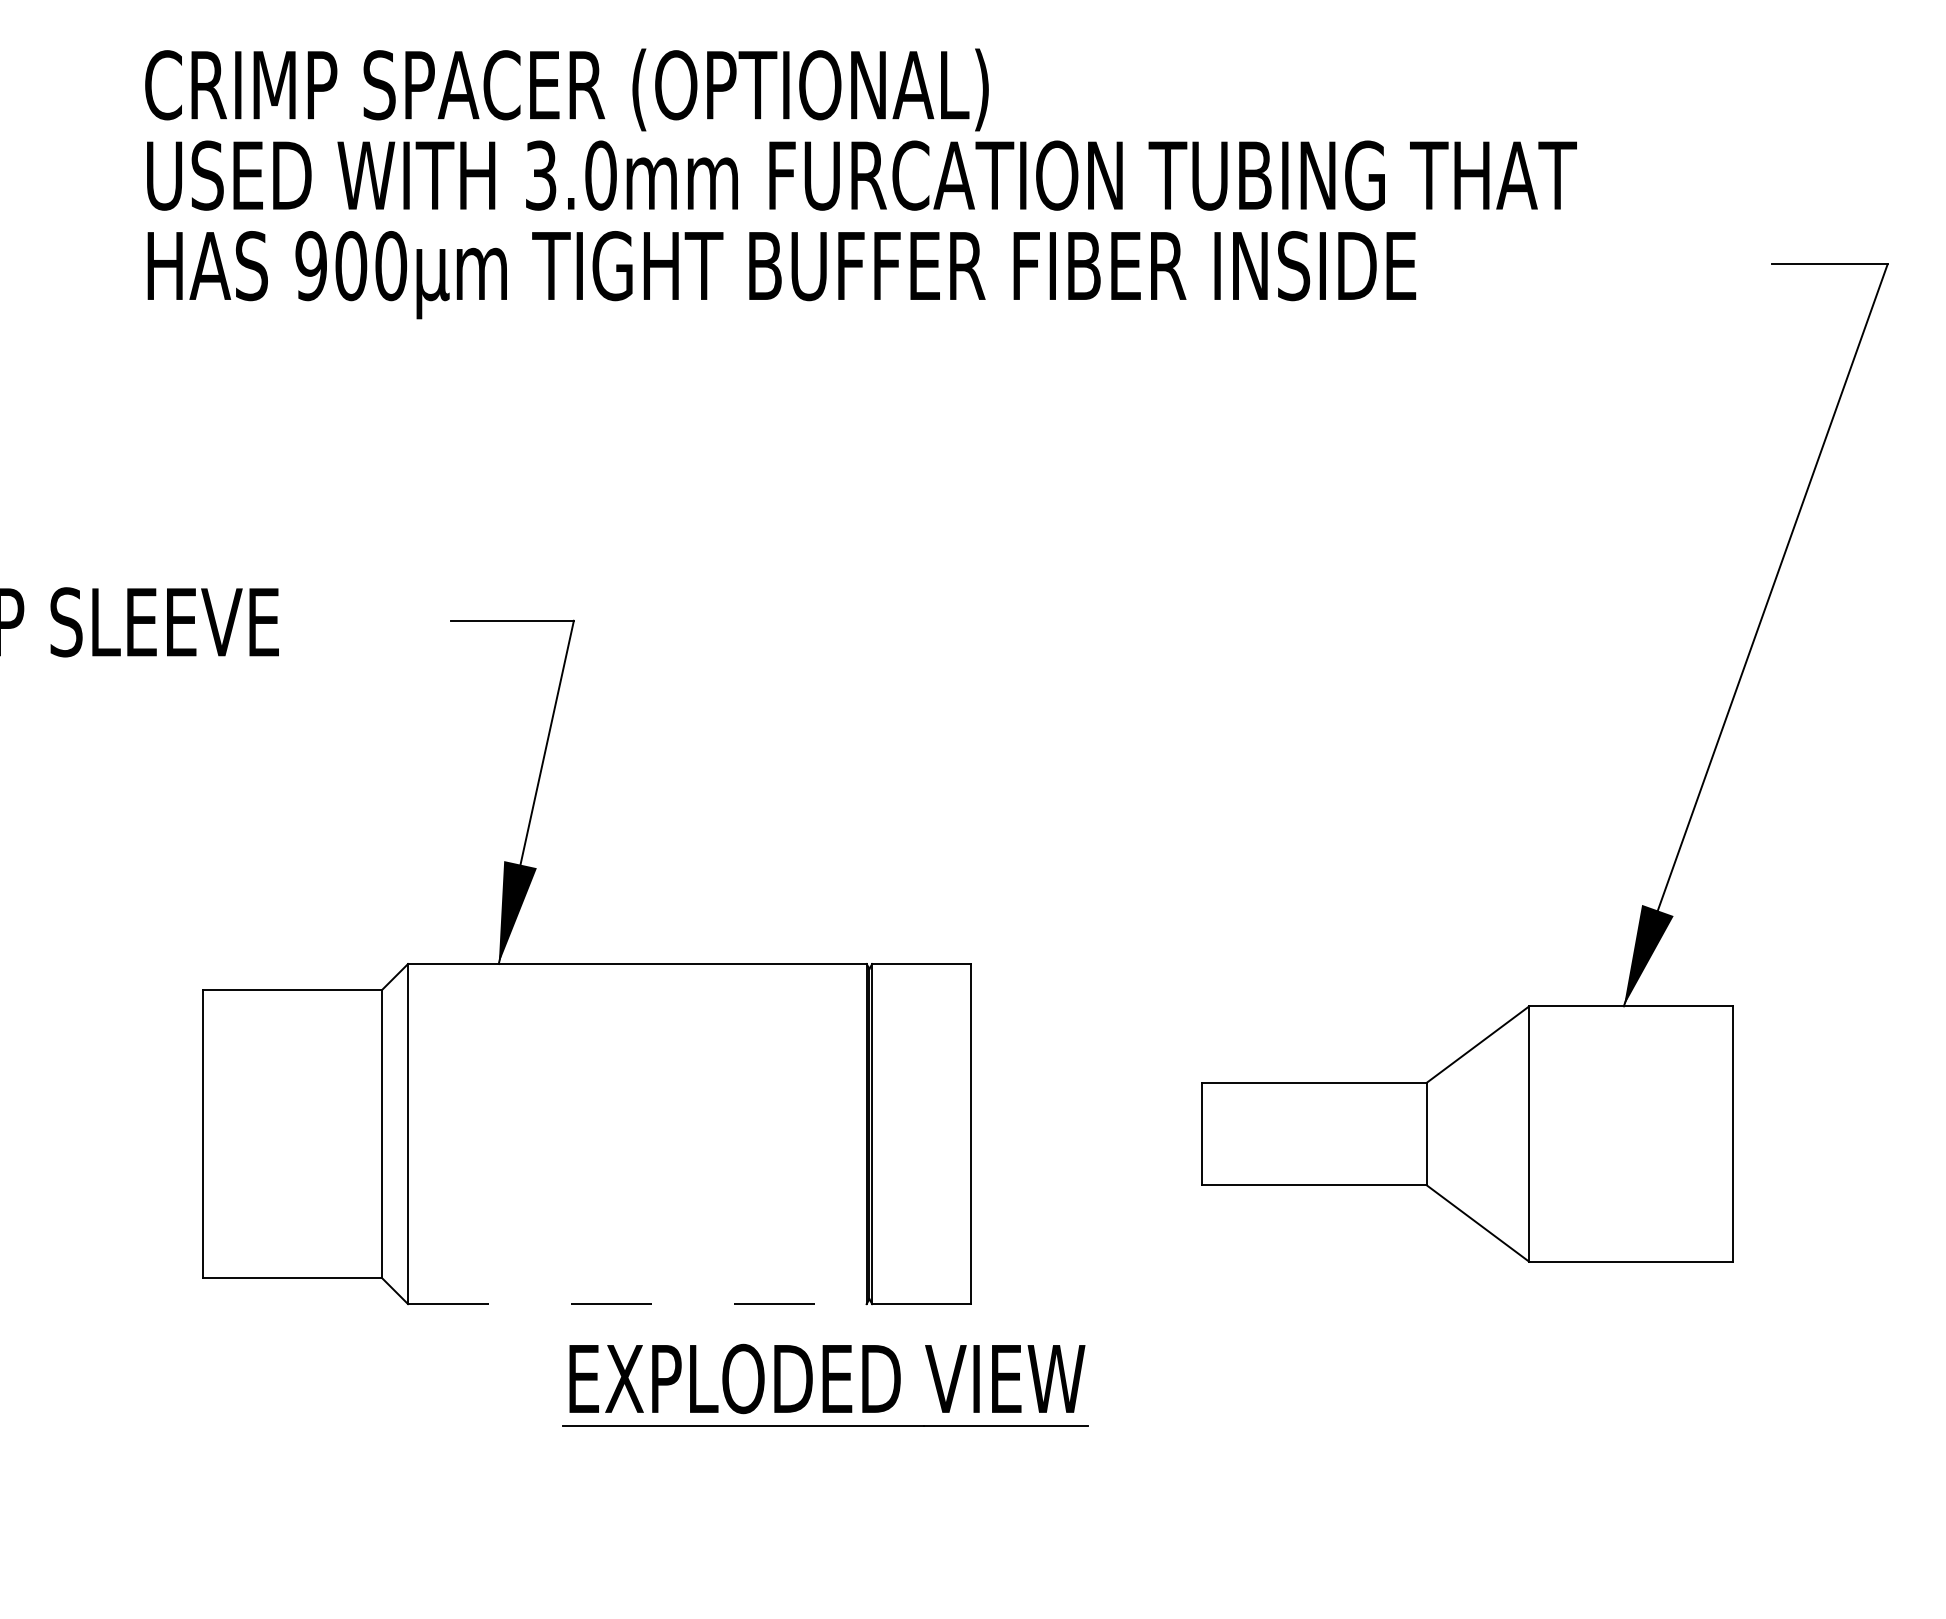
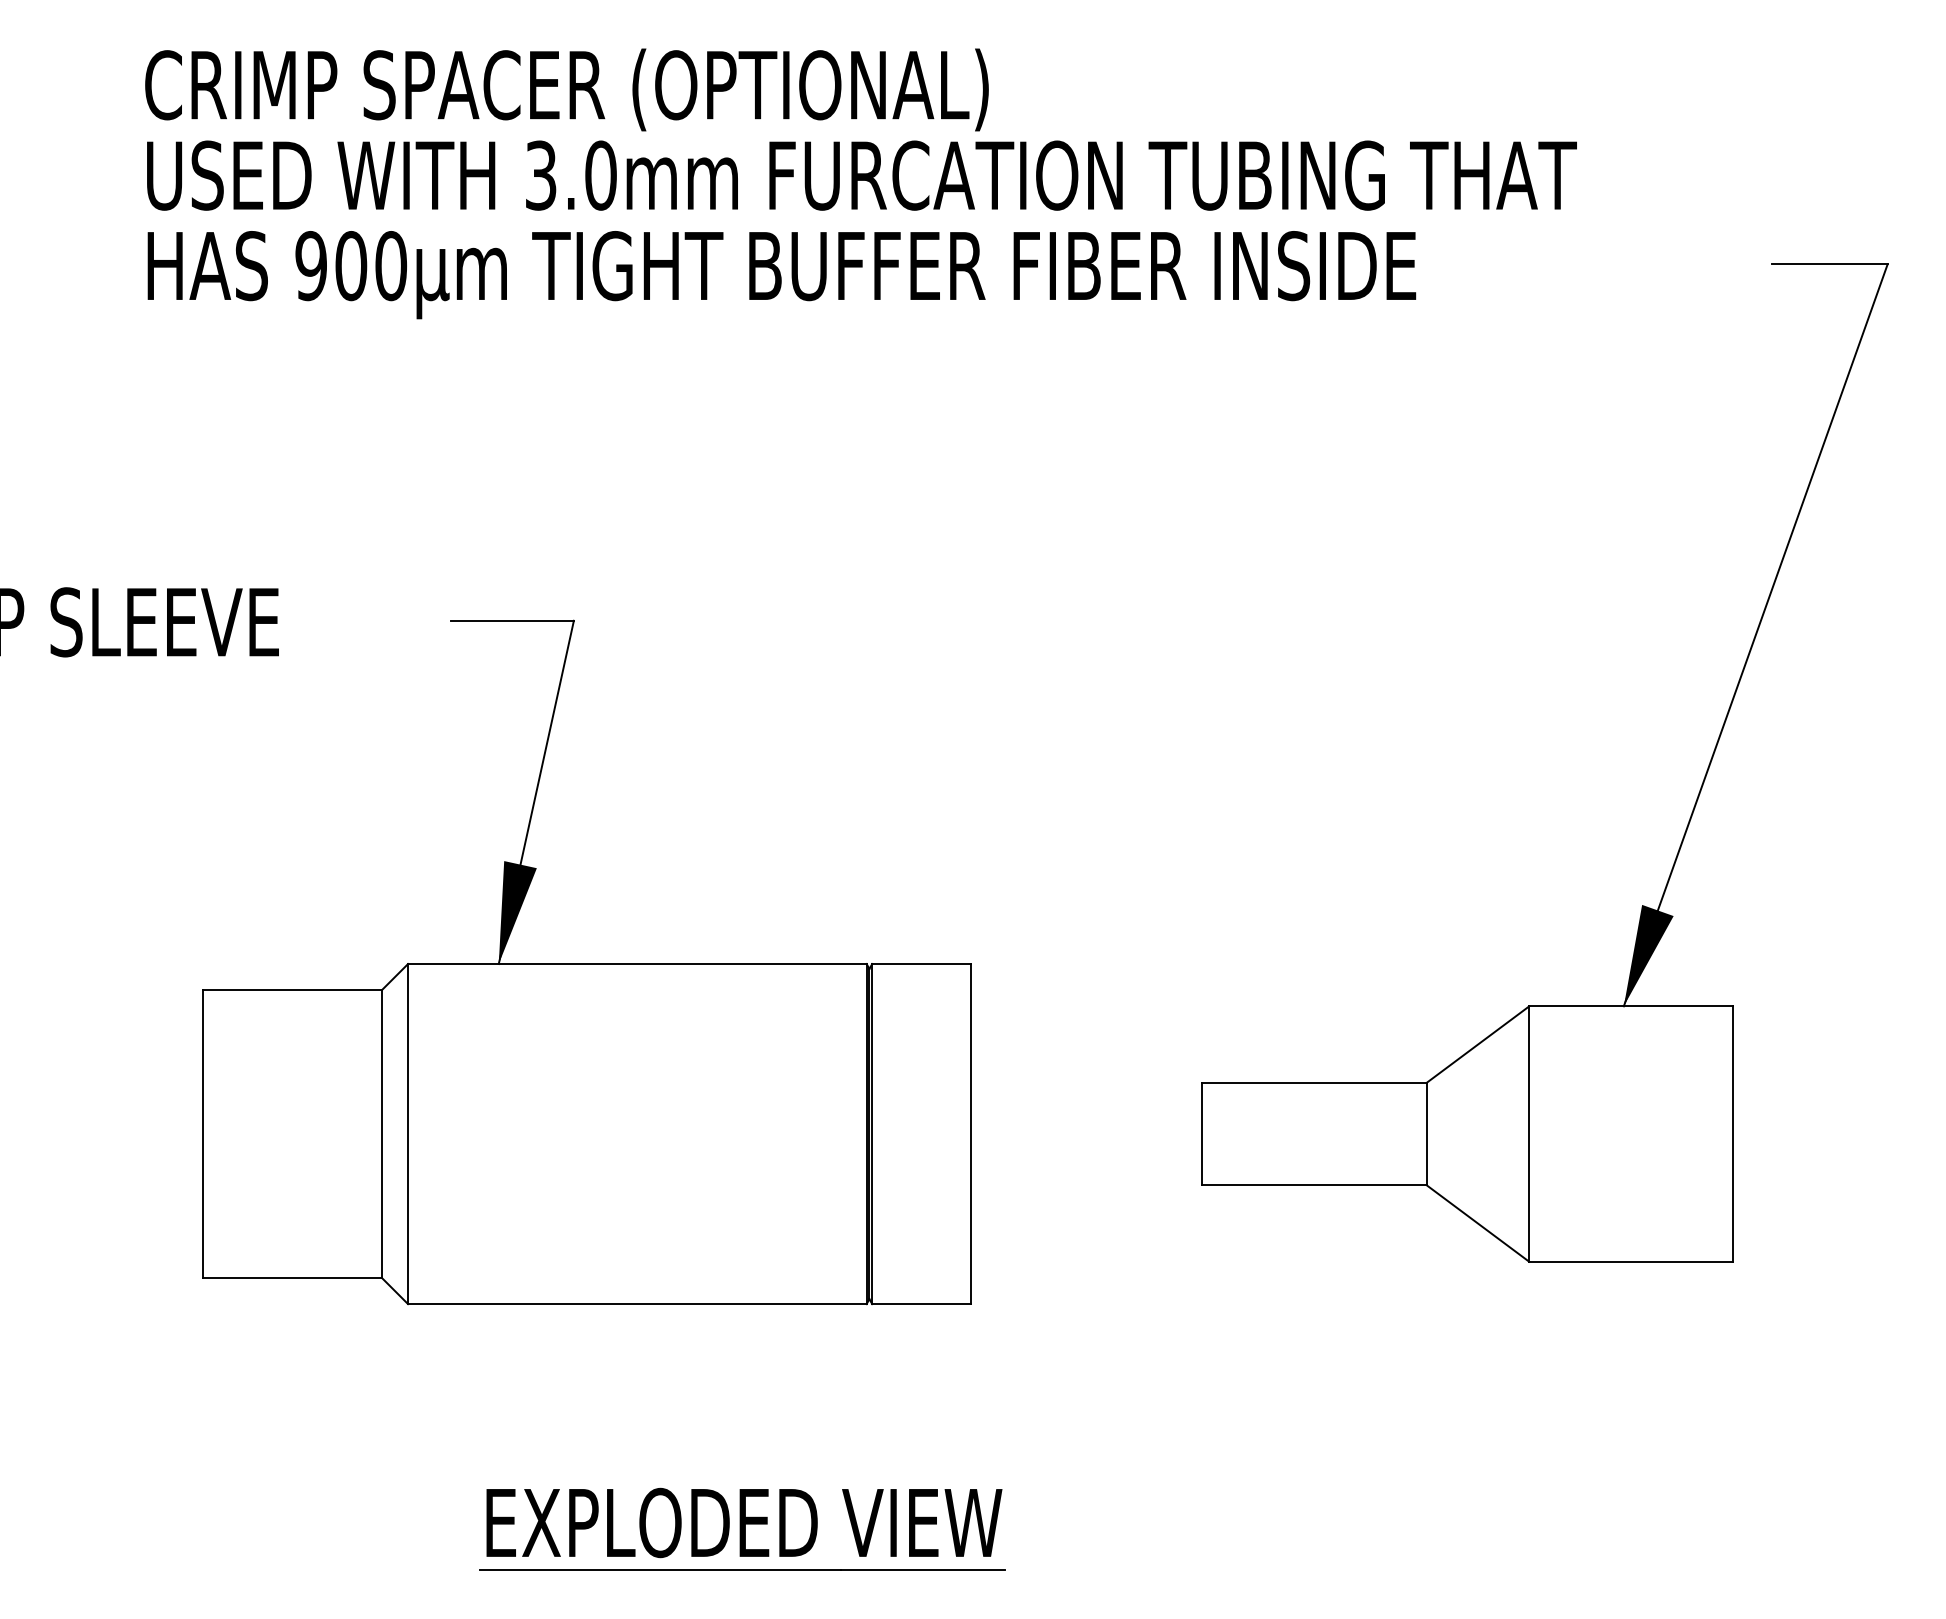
line at (637, 1304): dashed -> solid
part at (825, 1384) position: (825, 1384) -> (742, 1528)
